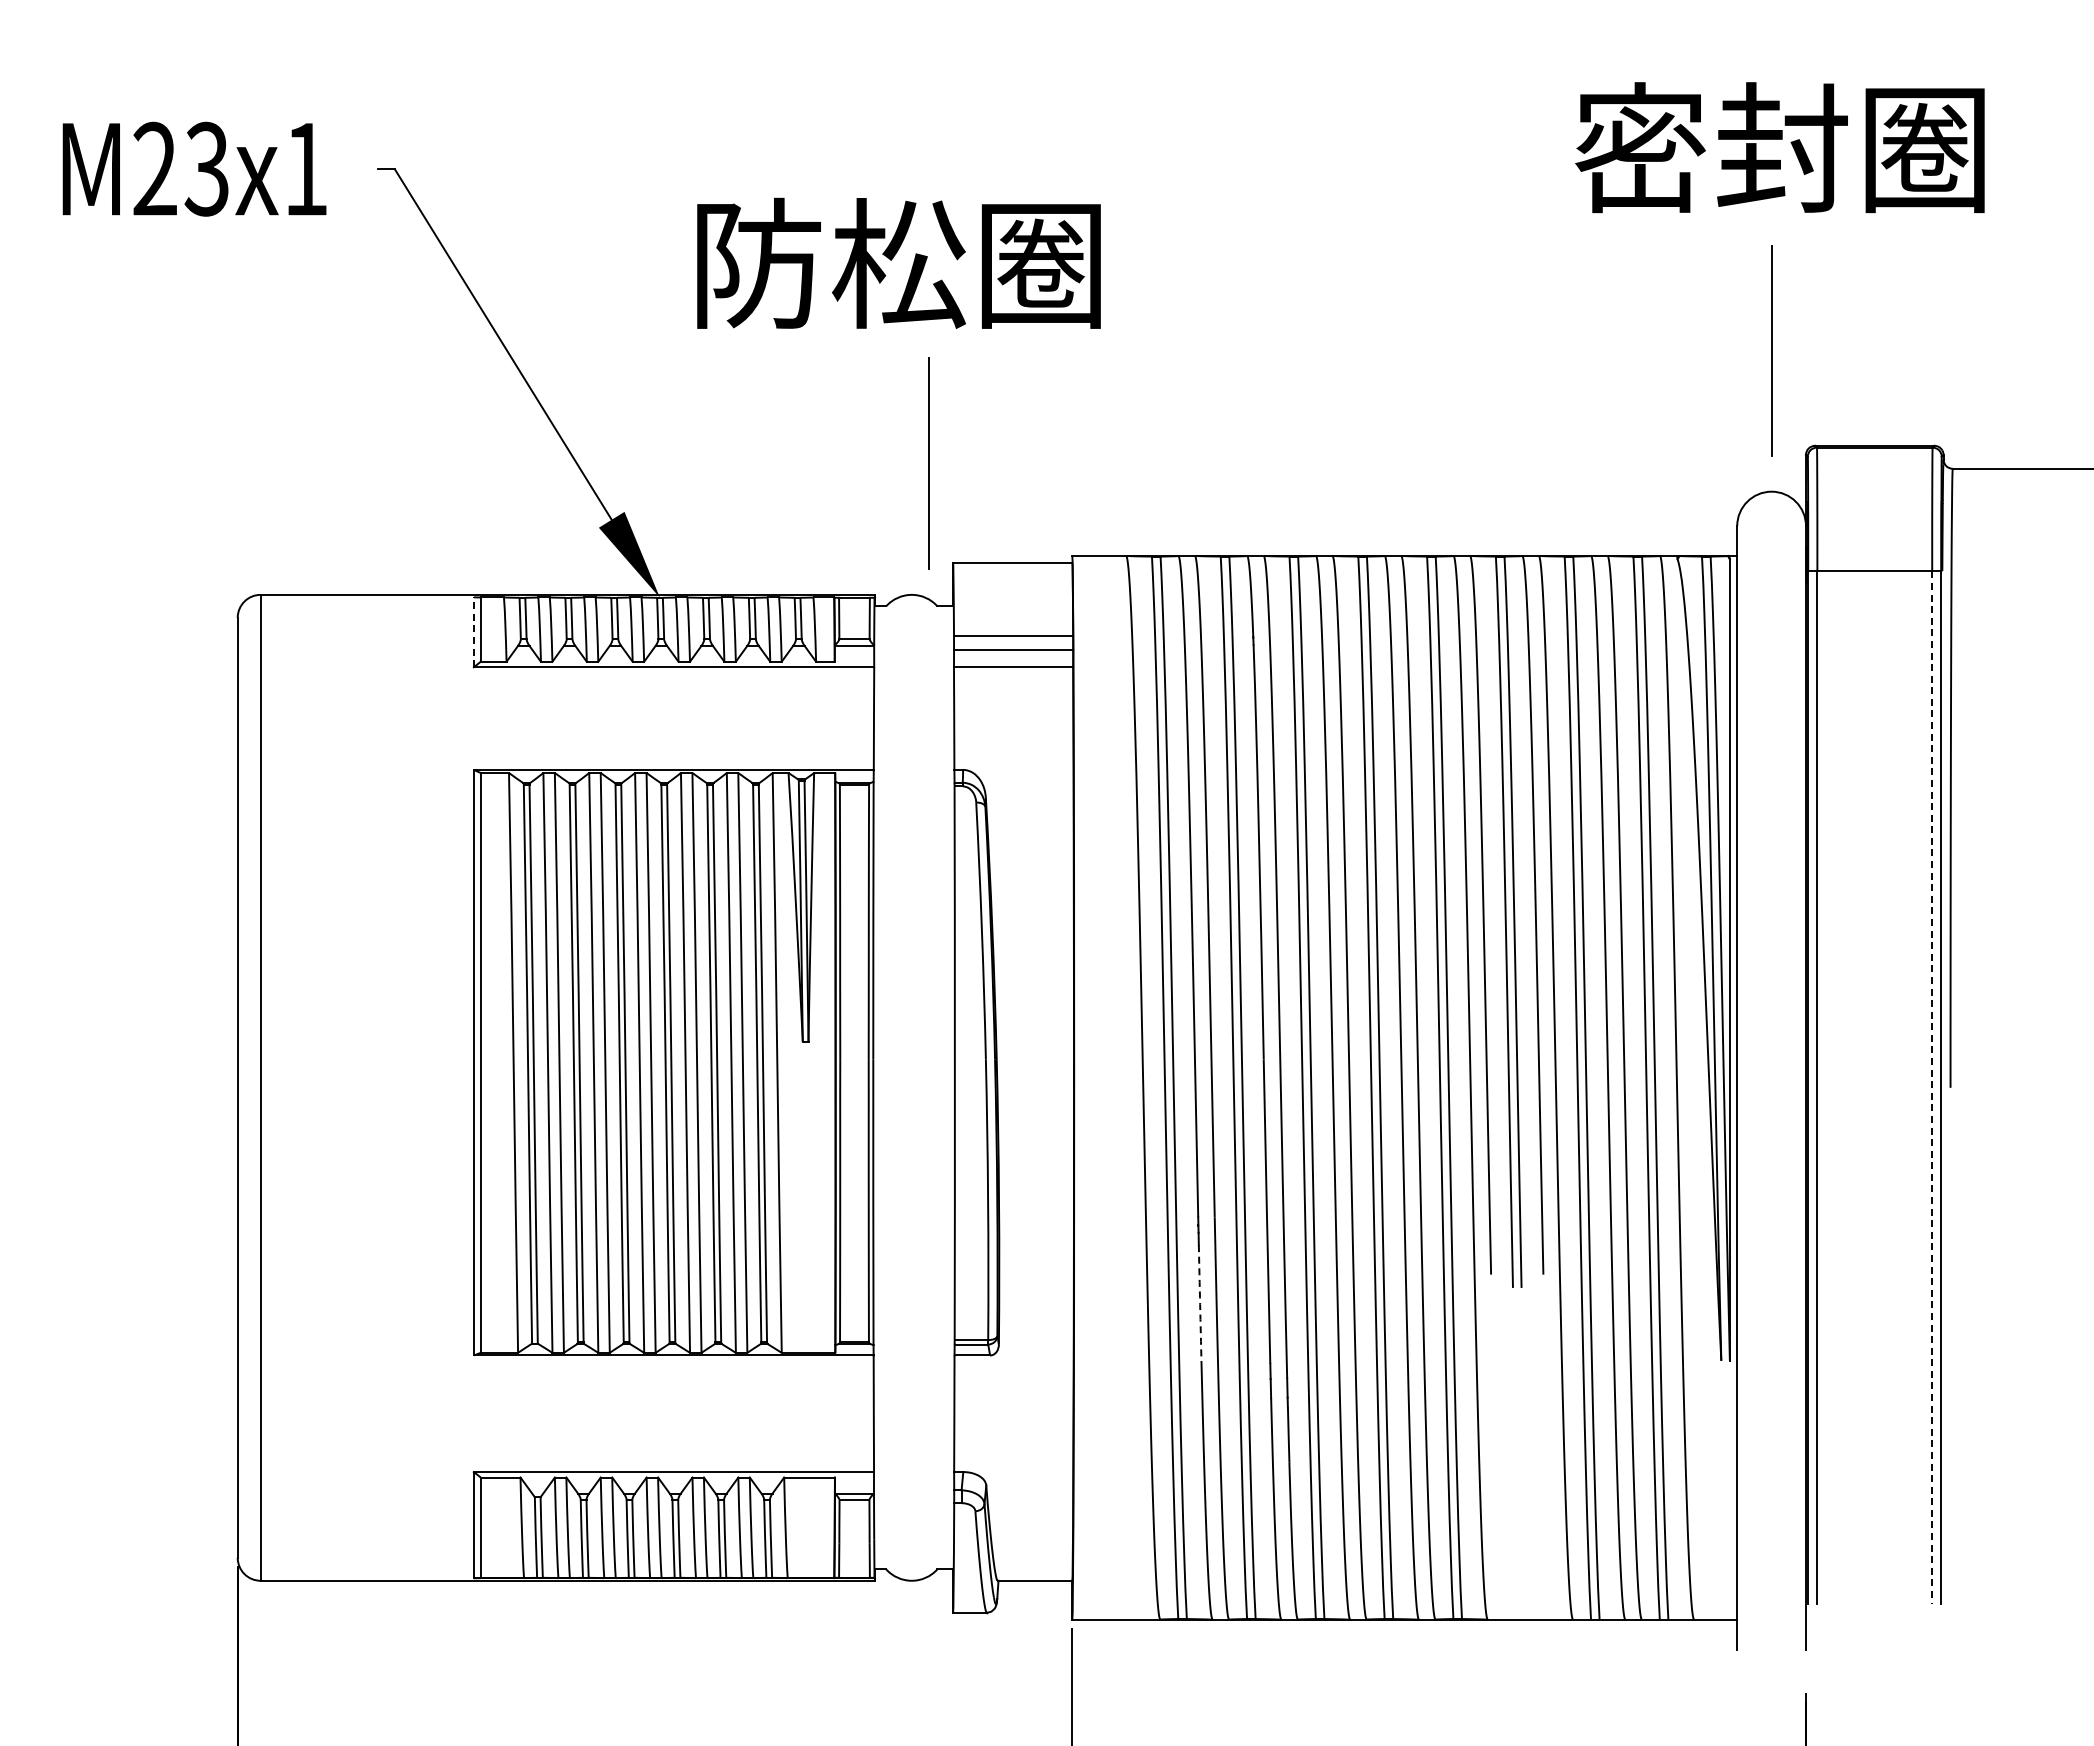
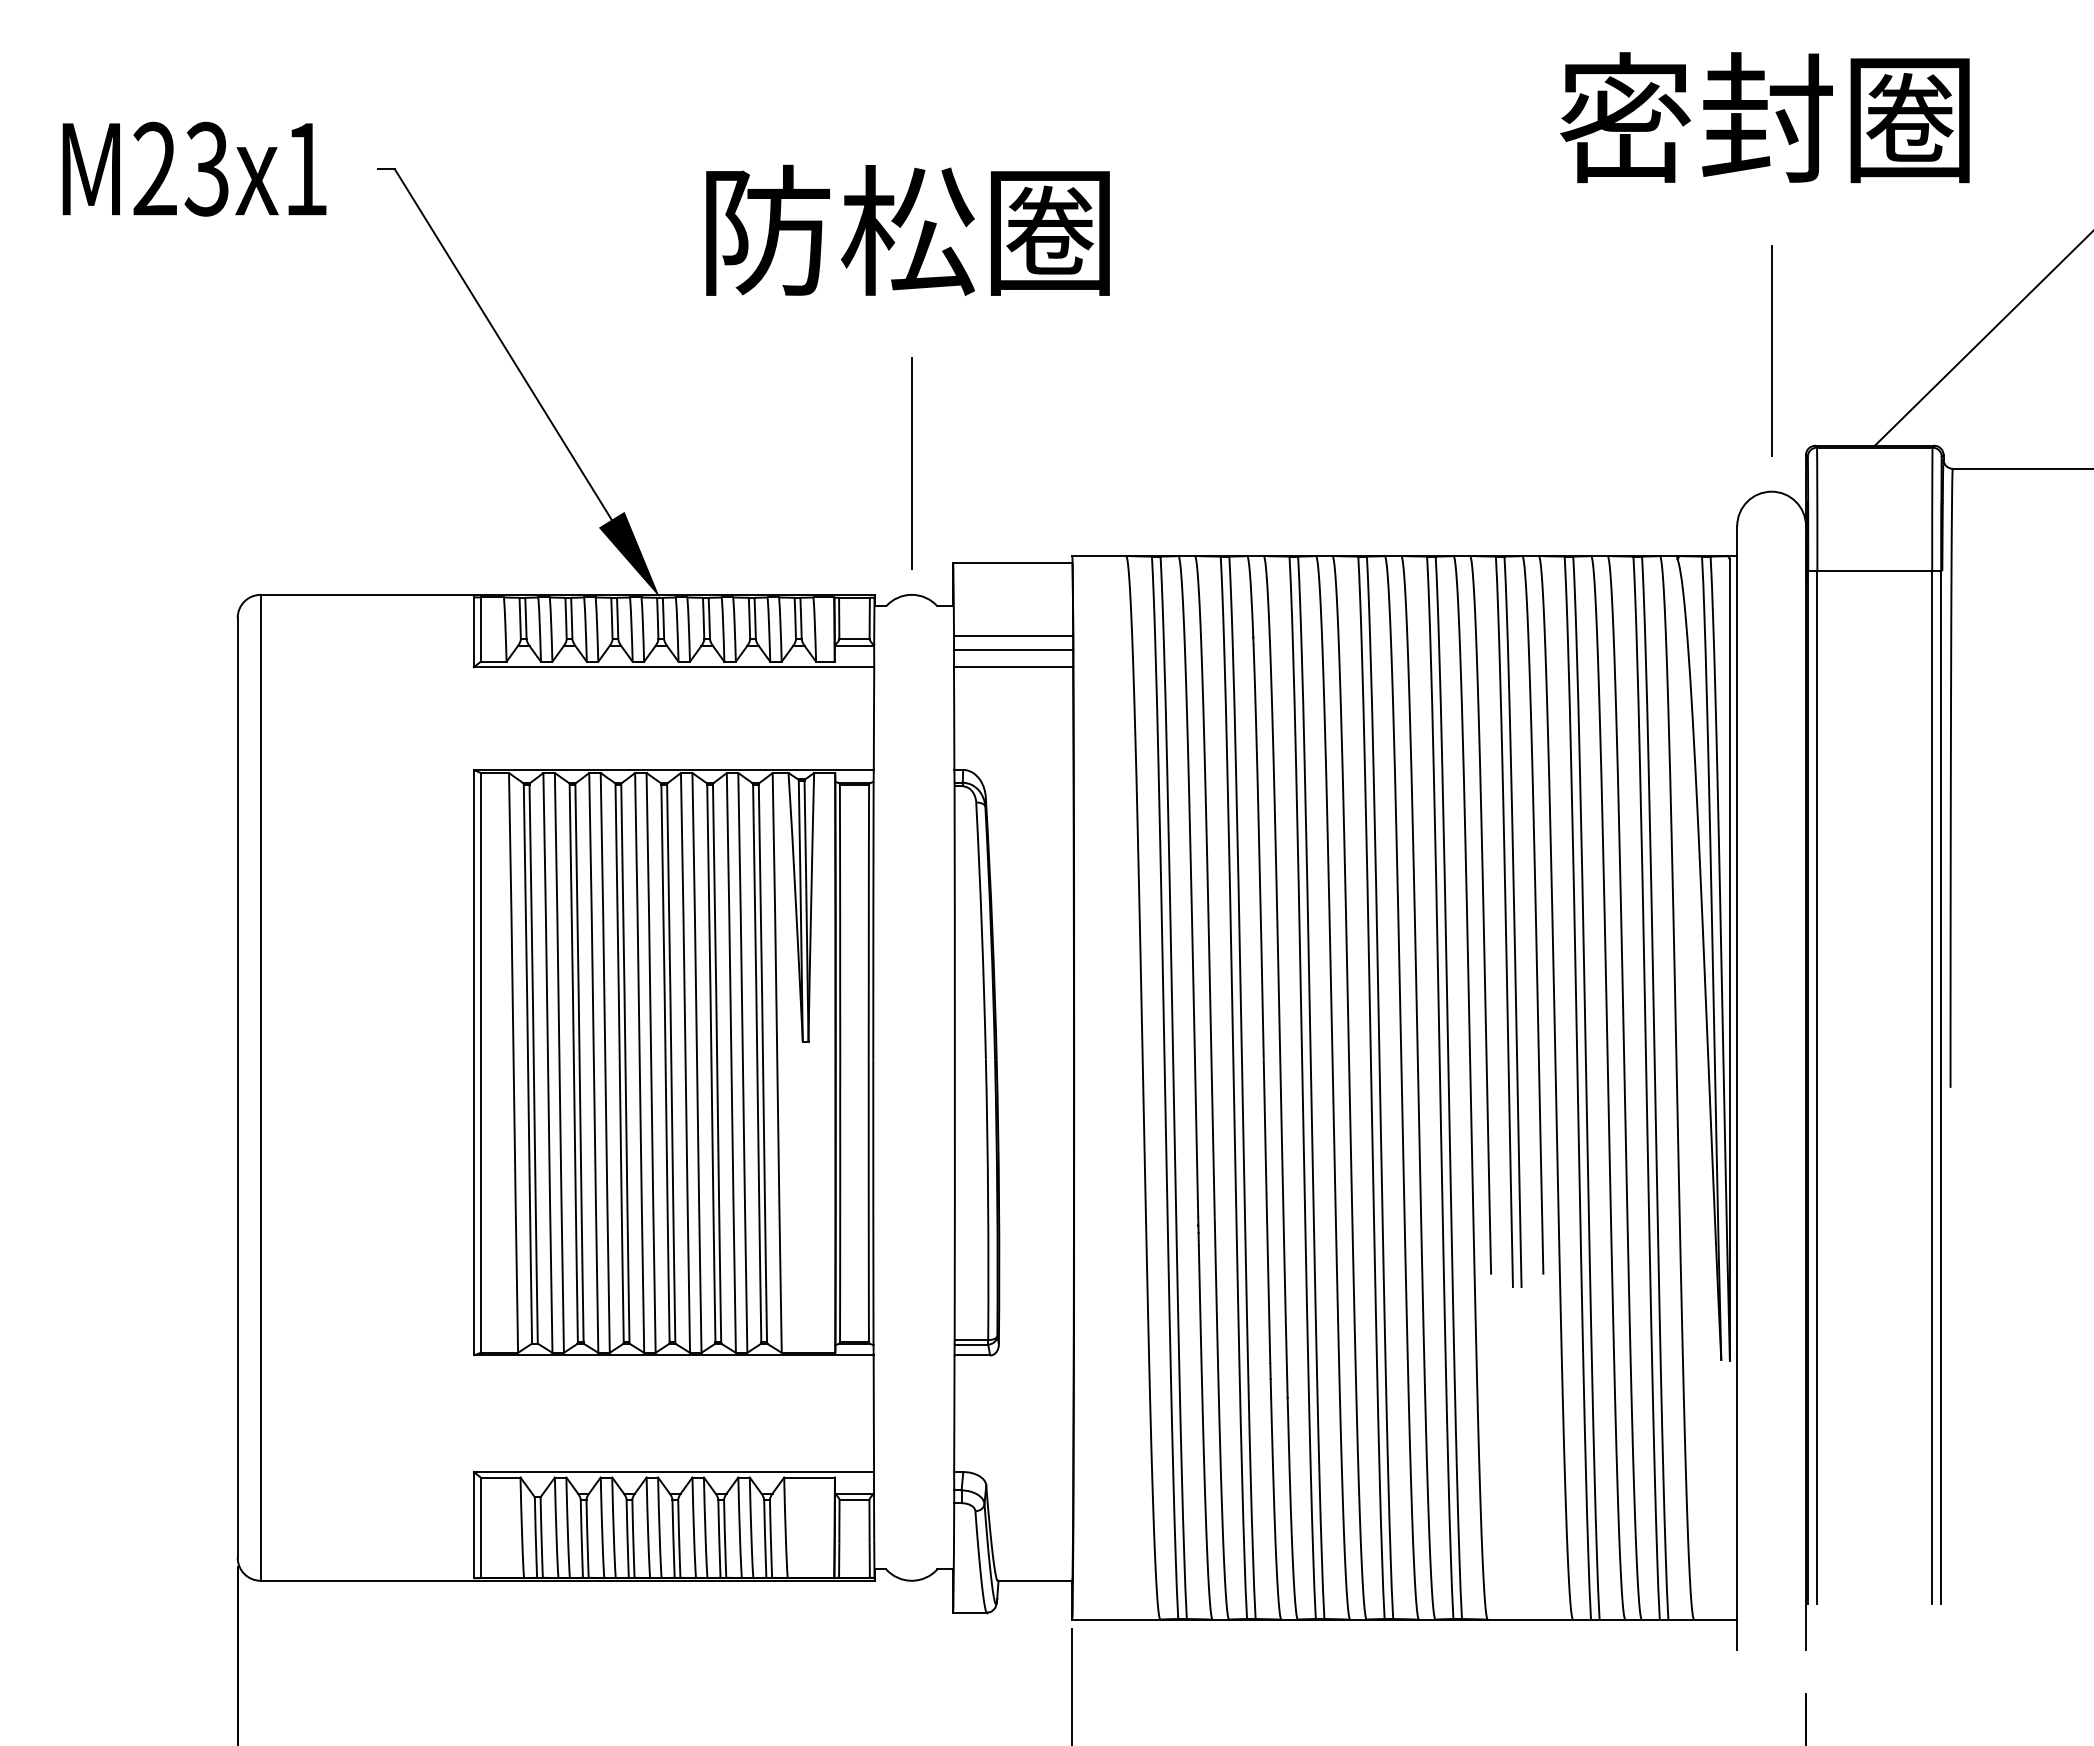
text at (1779, 147) position: (1779, 147) -> (1764, 117)
text at (898, 262) position: (898, 262) -> (907, 229)
line at (1982, 339): none -> present
line at (928, 463) position: (928, 463) -> (911, 463)
line at (473, 632): dashed -> solid
line at (1932, 1088): dashed -> solid
arc at (1200, 1304): dashed -> solid
